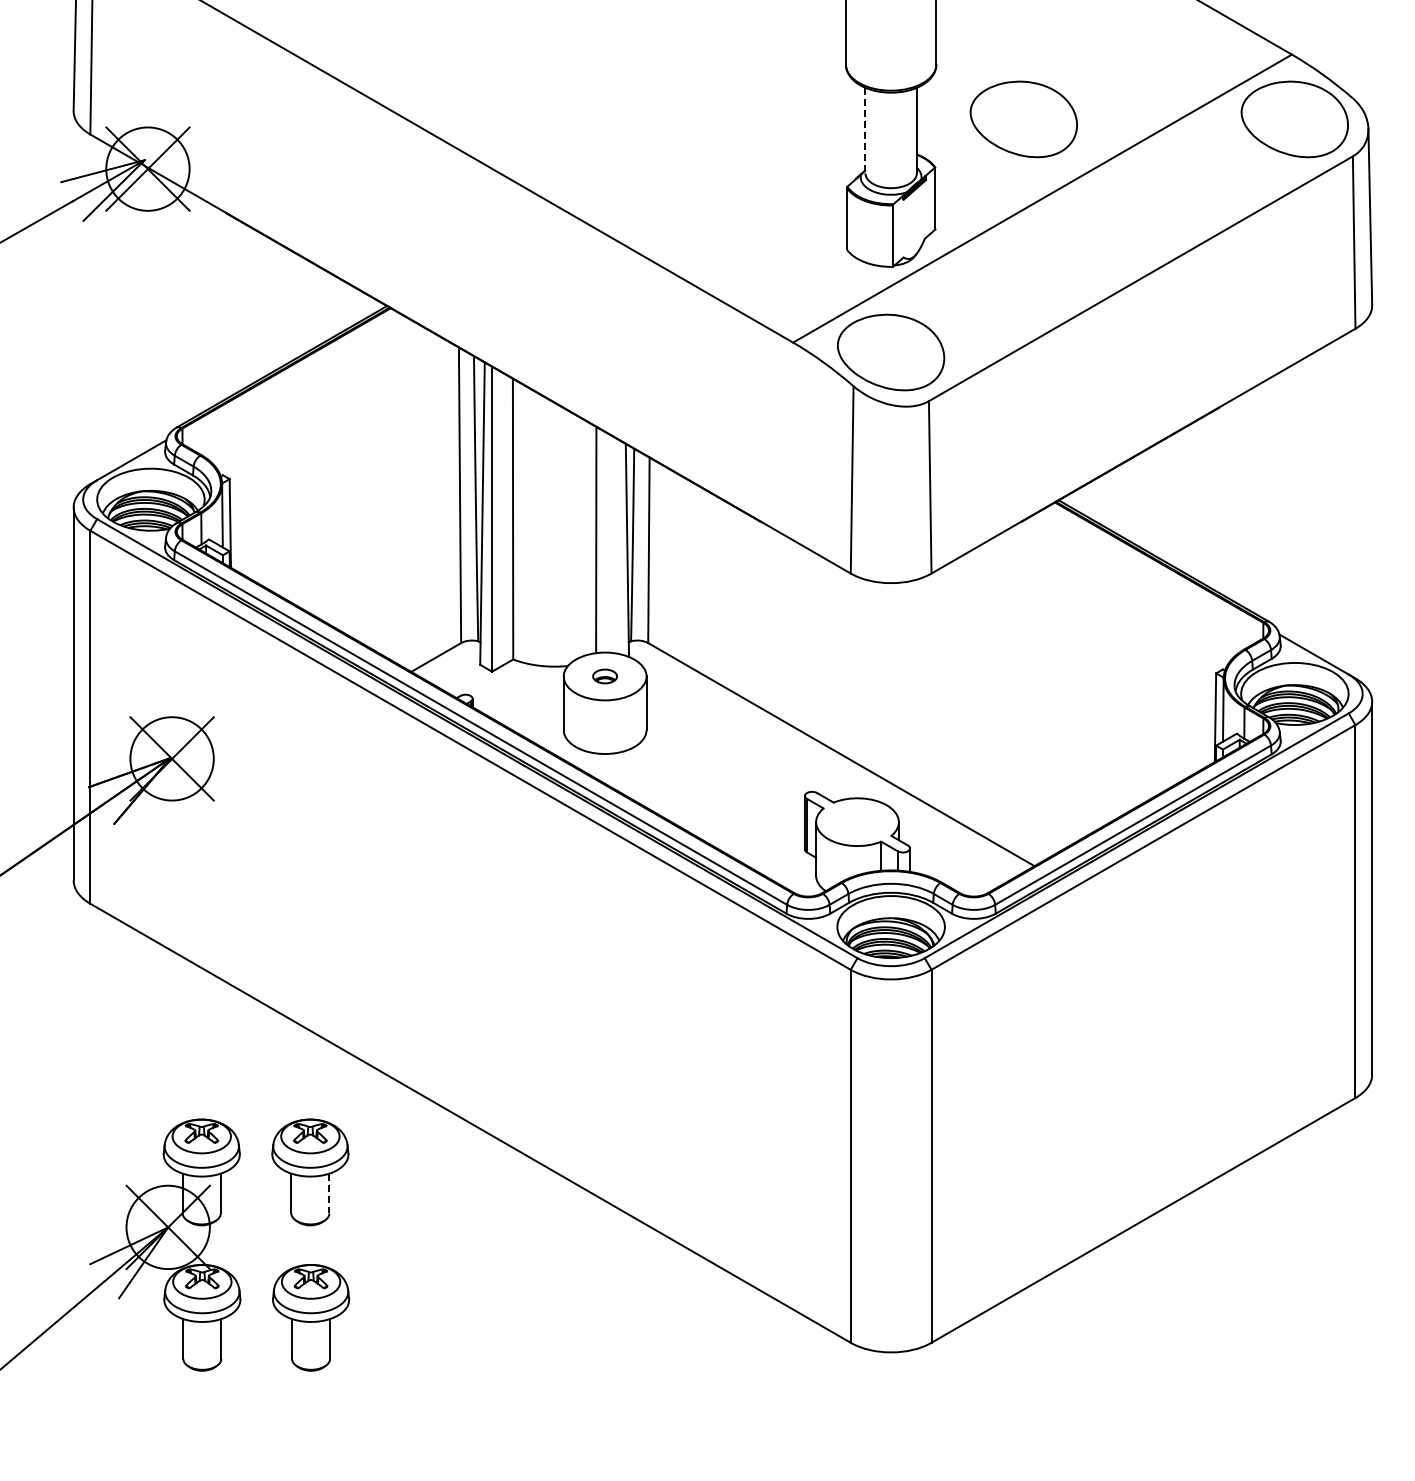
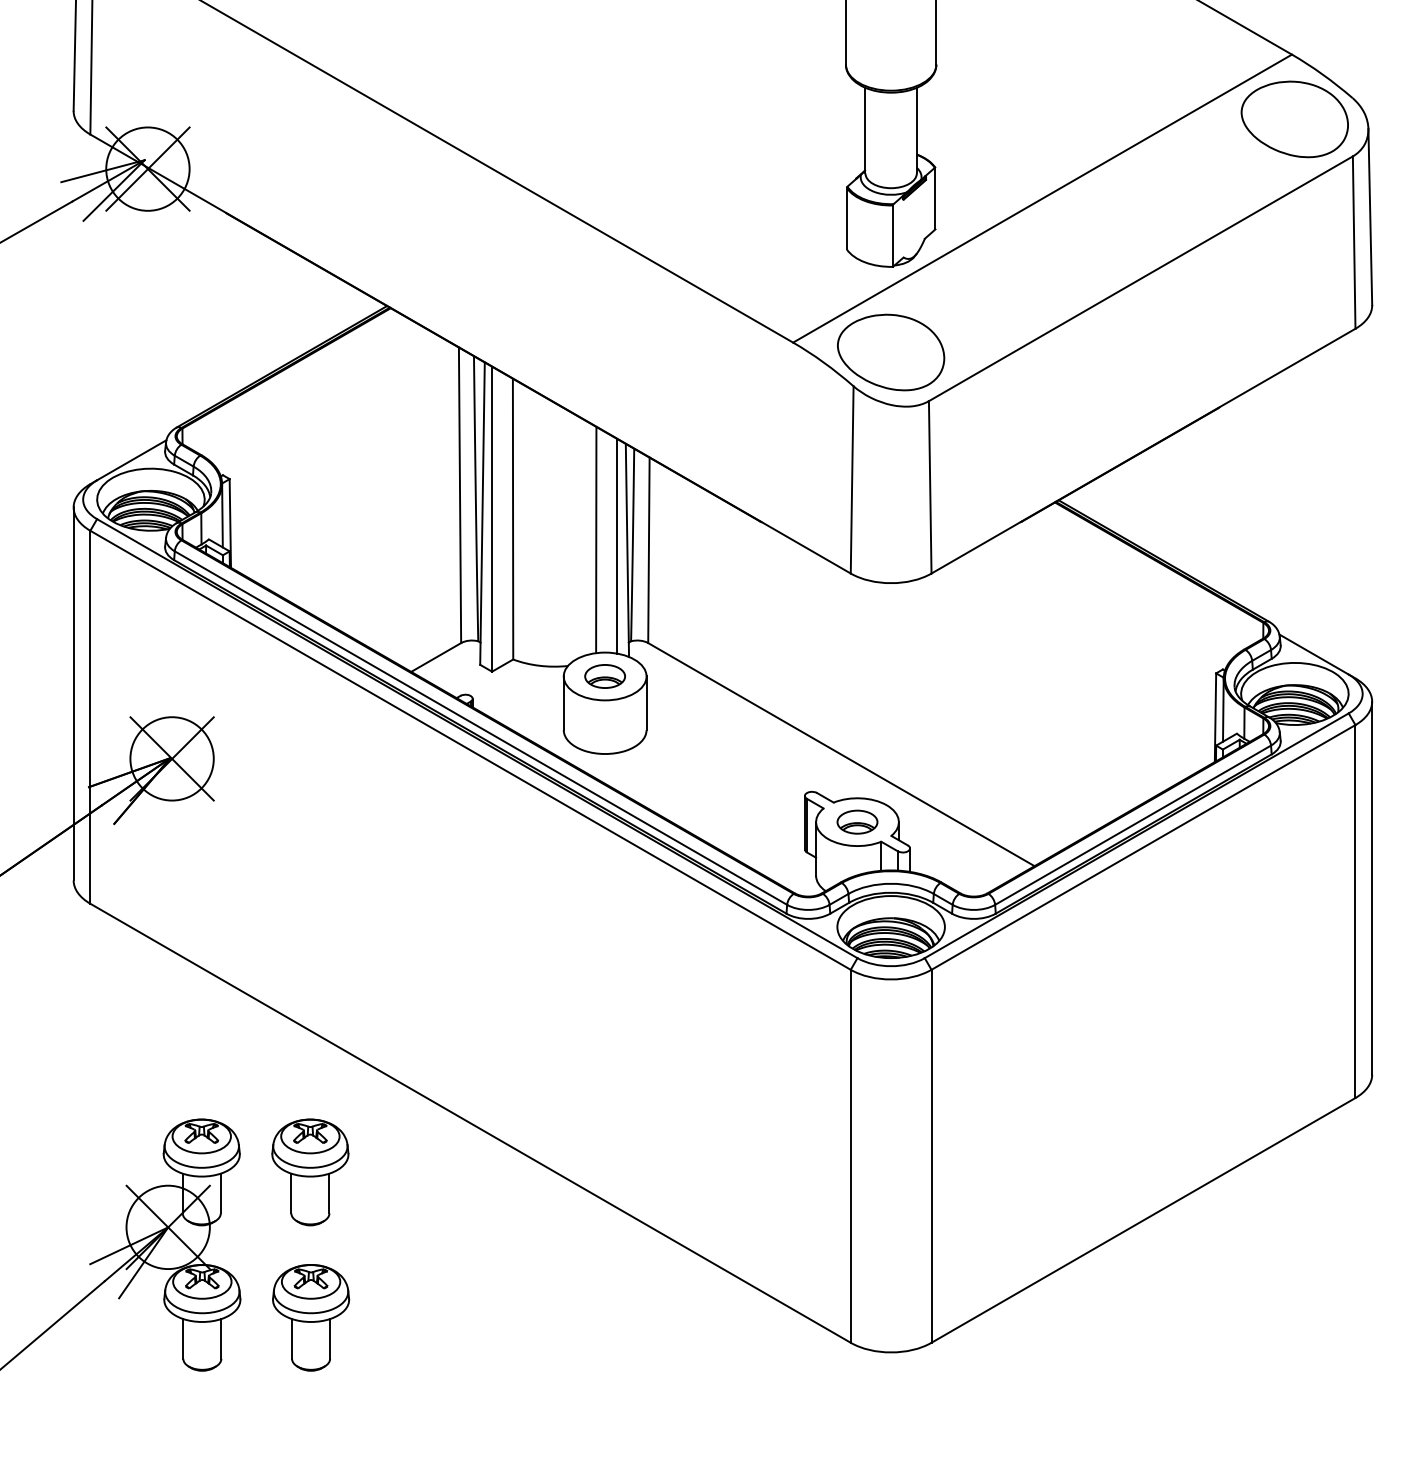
part at (1023, 119): present -> none
line at (865, 130): dashed -> solid
line at (617, 546): none -> present
part at (604, 676) size: 26x17 px -> 42x25 px
part at (857, 821): none -> present
line at (329, 1193): dashed -> solid
